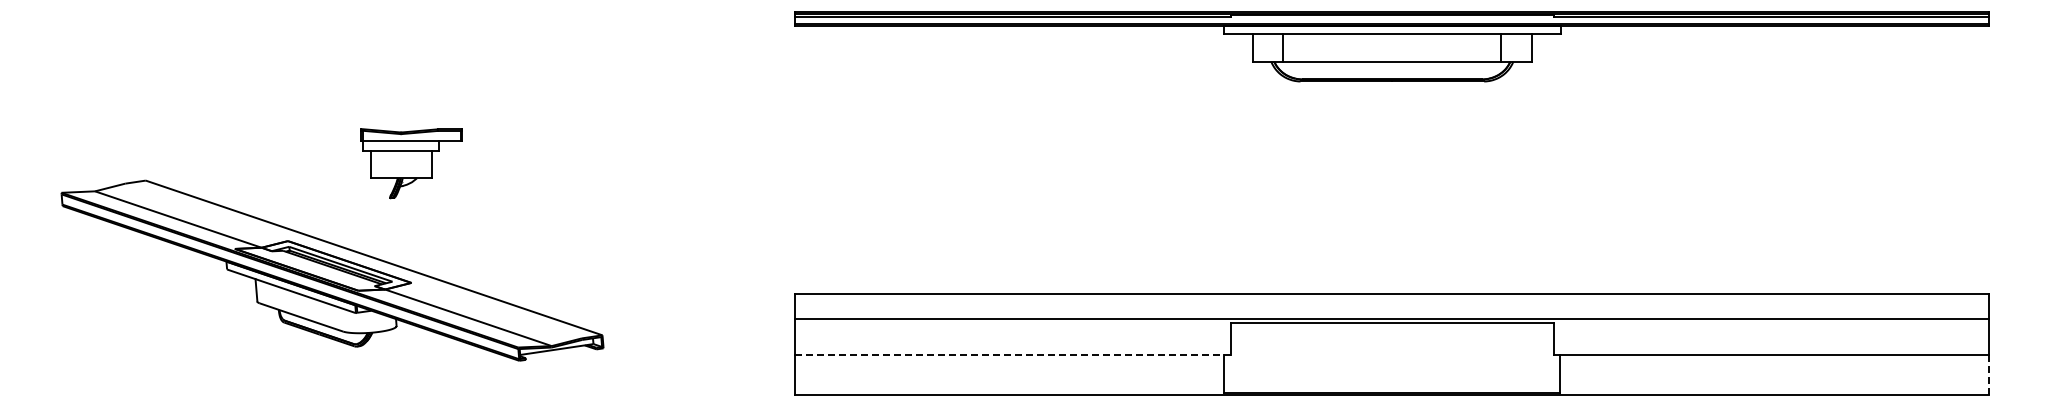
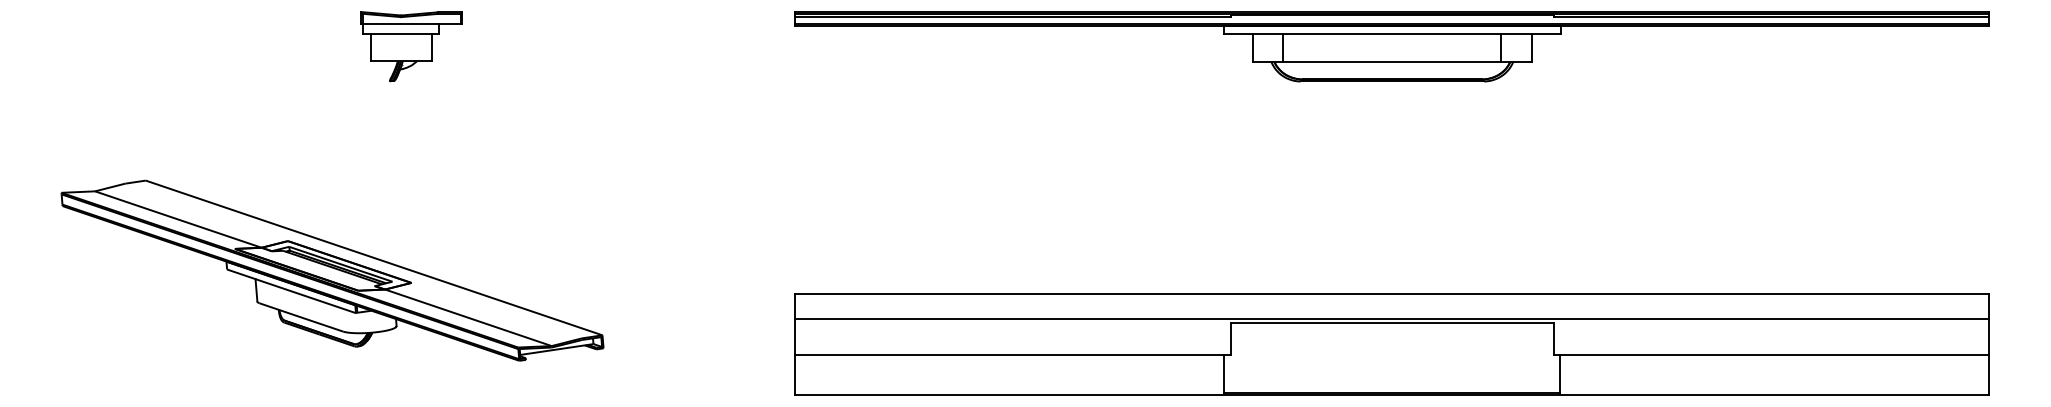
part at (411, 163) position: (411, 163) -> (411, 46)
line at (1013, 355): dashed -> solid
line at (1989, 375): dashed -> solid
